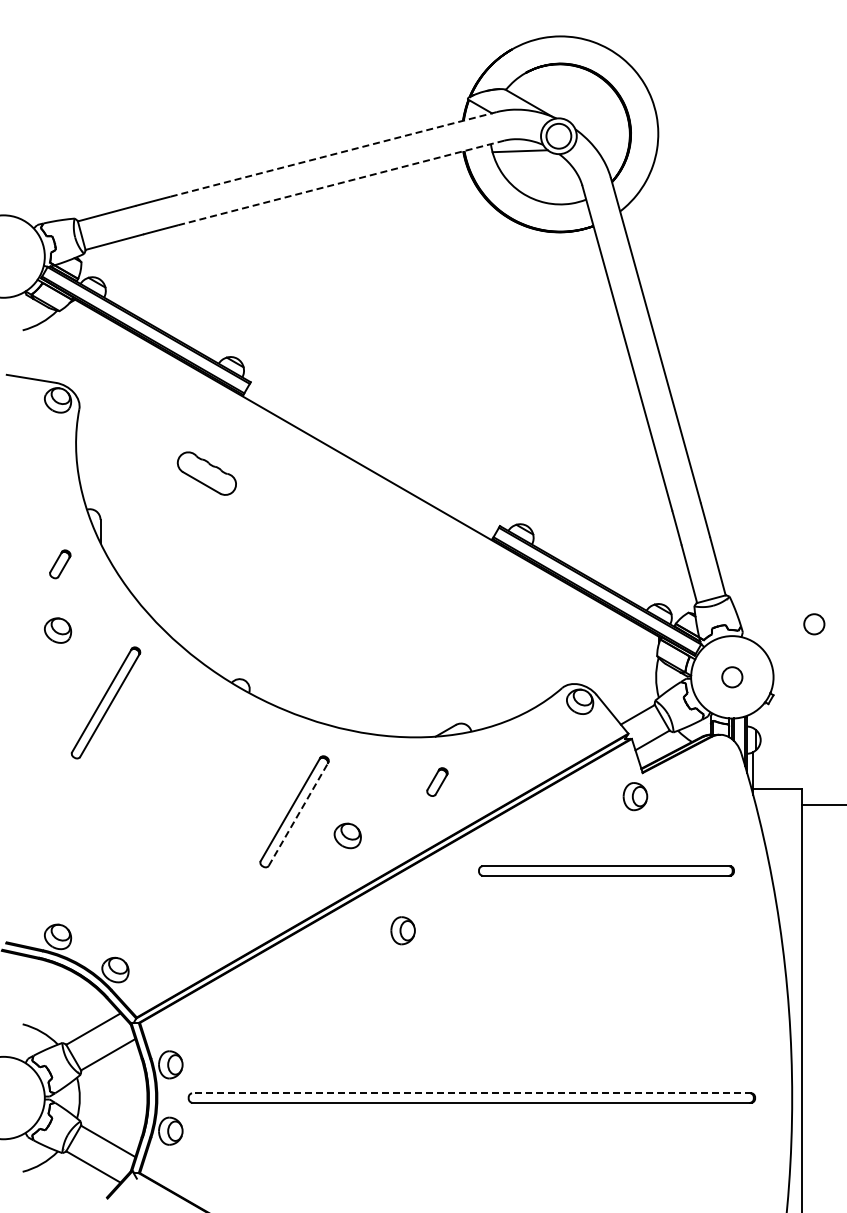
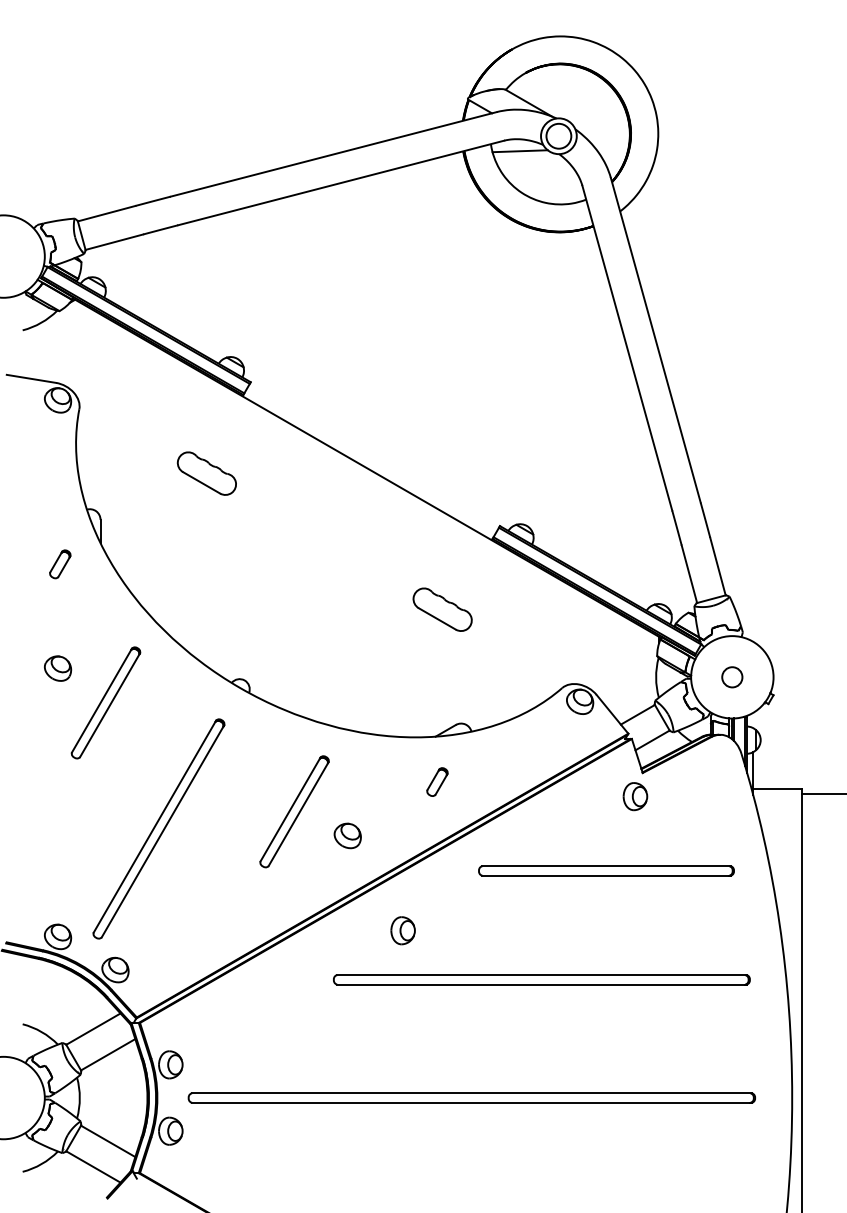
line at (334, 154): dashed -> solid
line at (341, 182): dashed -> solid
part at (442, 609): none -> present
circle at (814, 624): present -> none
part at (58, 630) position: (58, 630) -> (58, 668)
line at (822, 805) position: (822, 805) -> (822, 794)
line at (298, 814): dashed -> solid
part at (158, 828): none -> present
part at (541, 979): none -> present
line at (471, 1093): dashed -> solid
